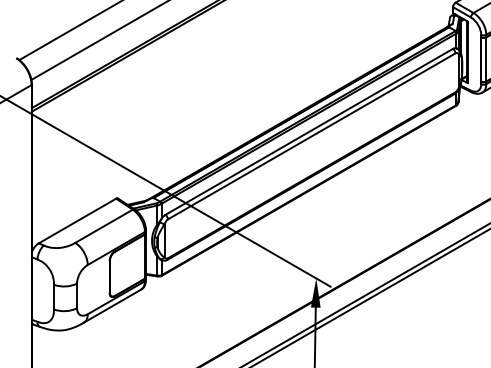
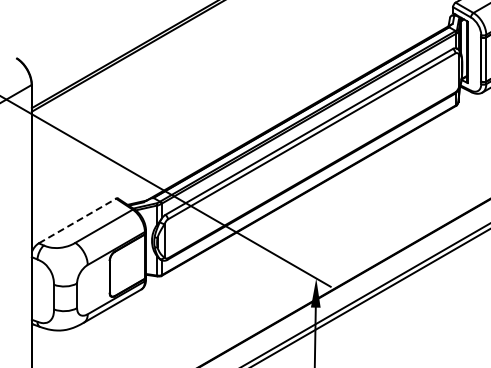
line at (69, 31): present -> none
line at (98, 40): present -> none
line at (77, 221): solid -> dashed
